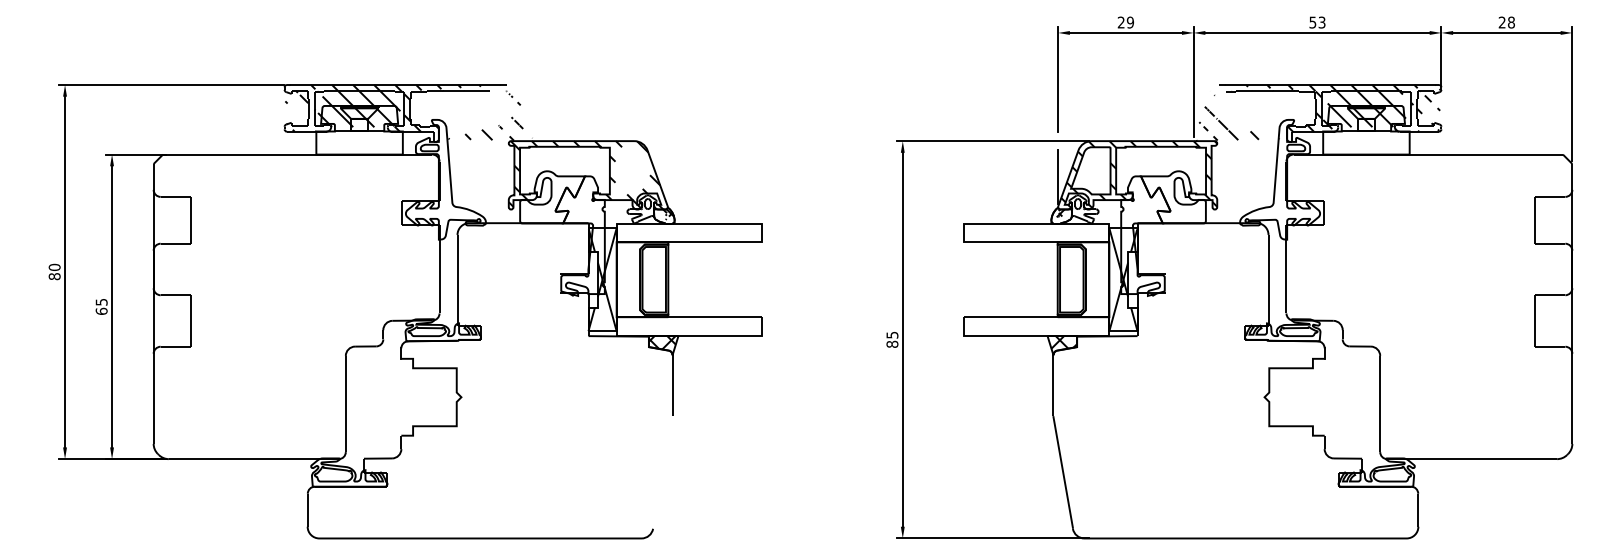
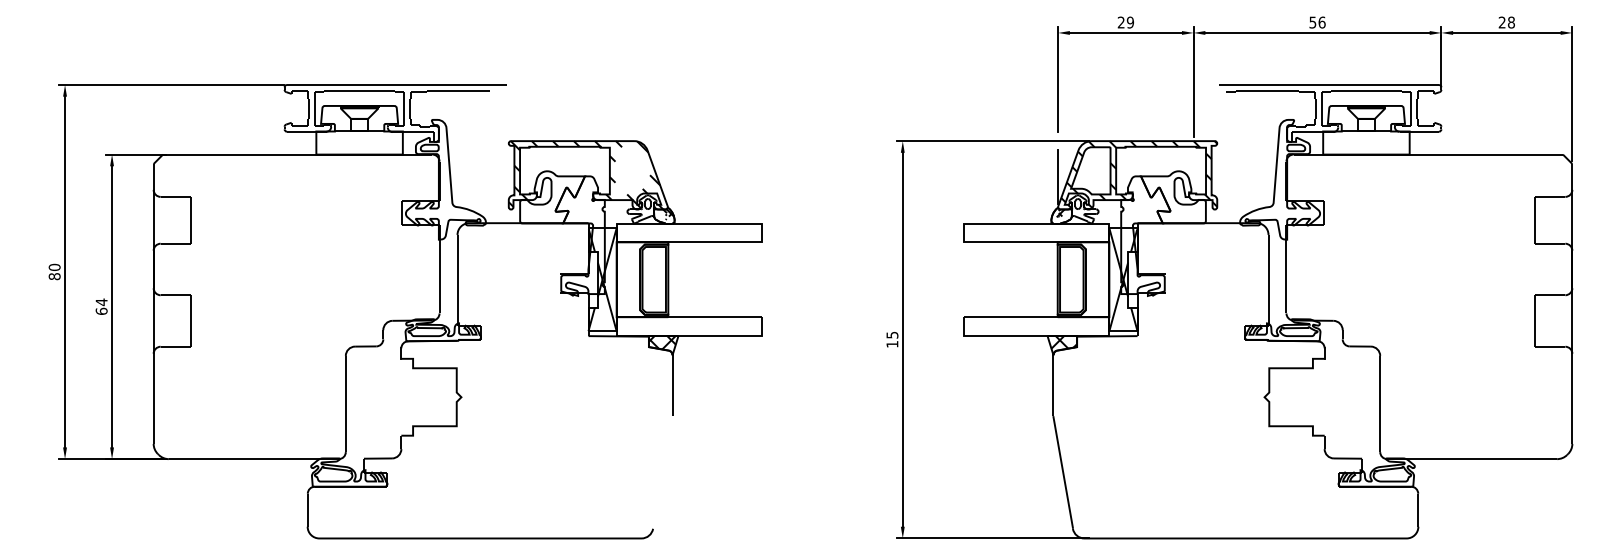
text at (1321, 22): 53 -> 56
hatch at (408, 112): present -> none
hatch at (1317, 112): present -> none
text at (101, 302): 65 -> 64
text at (892, 343): 85 -> 15
